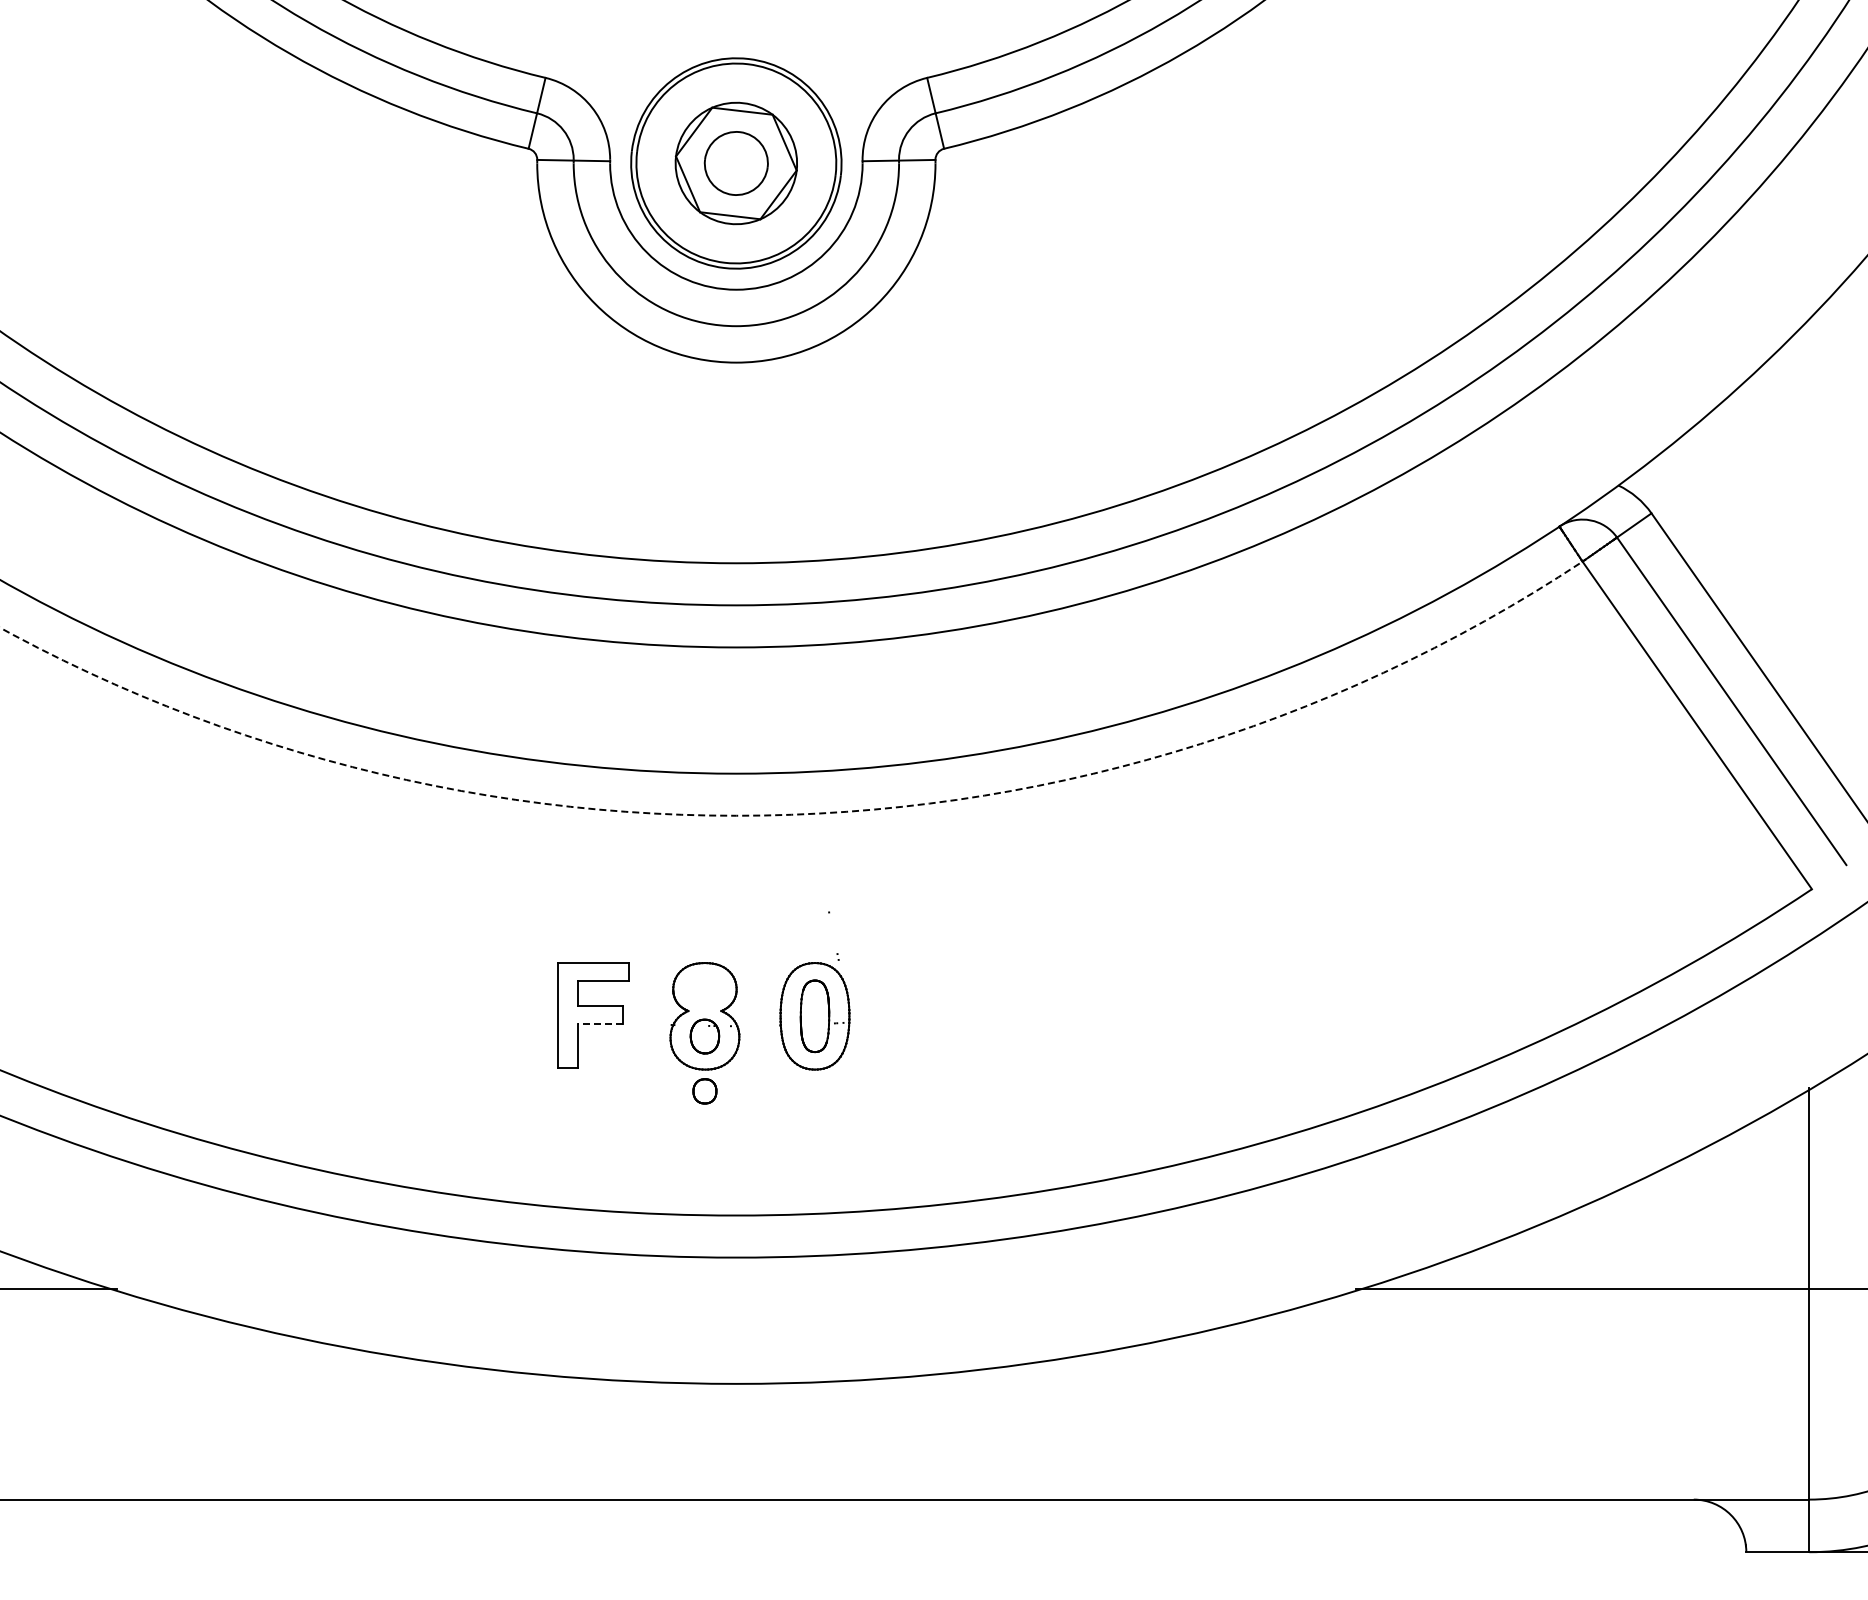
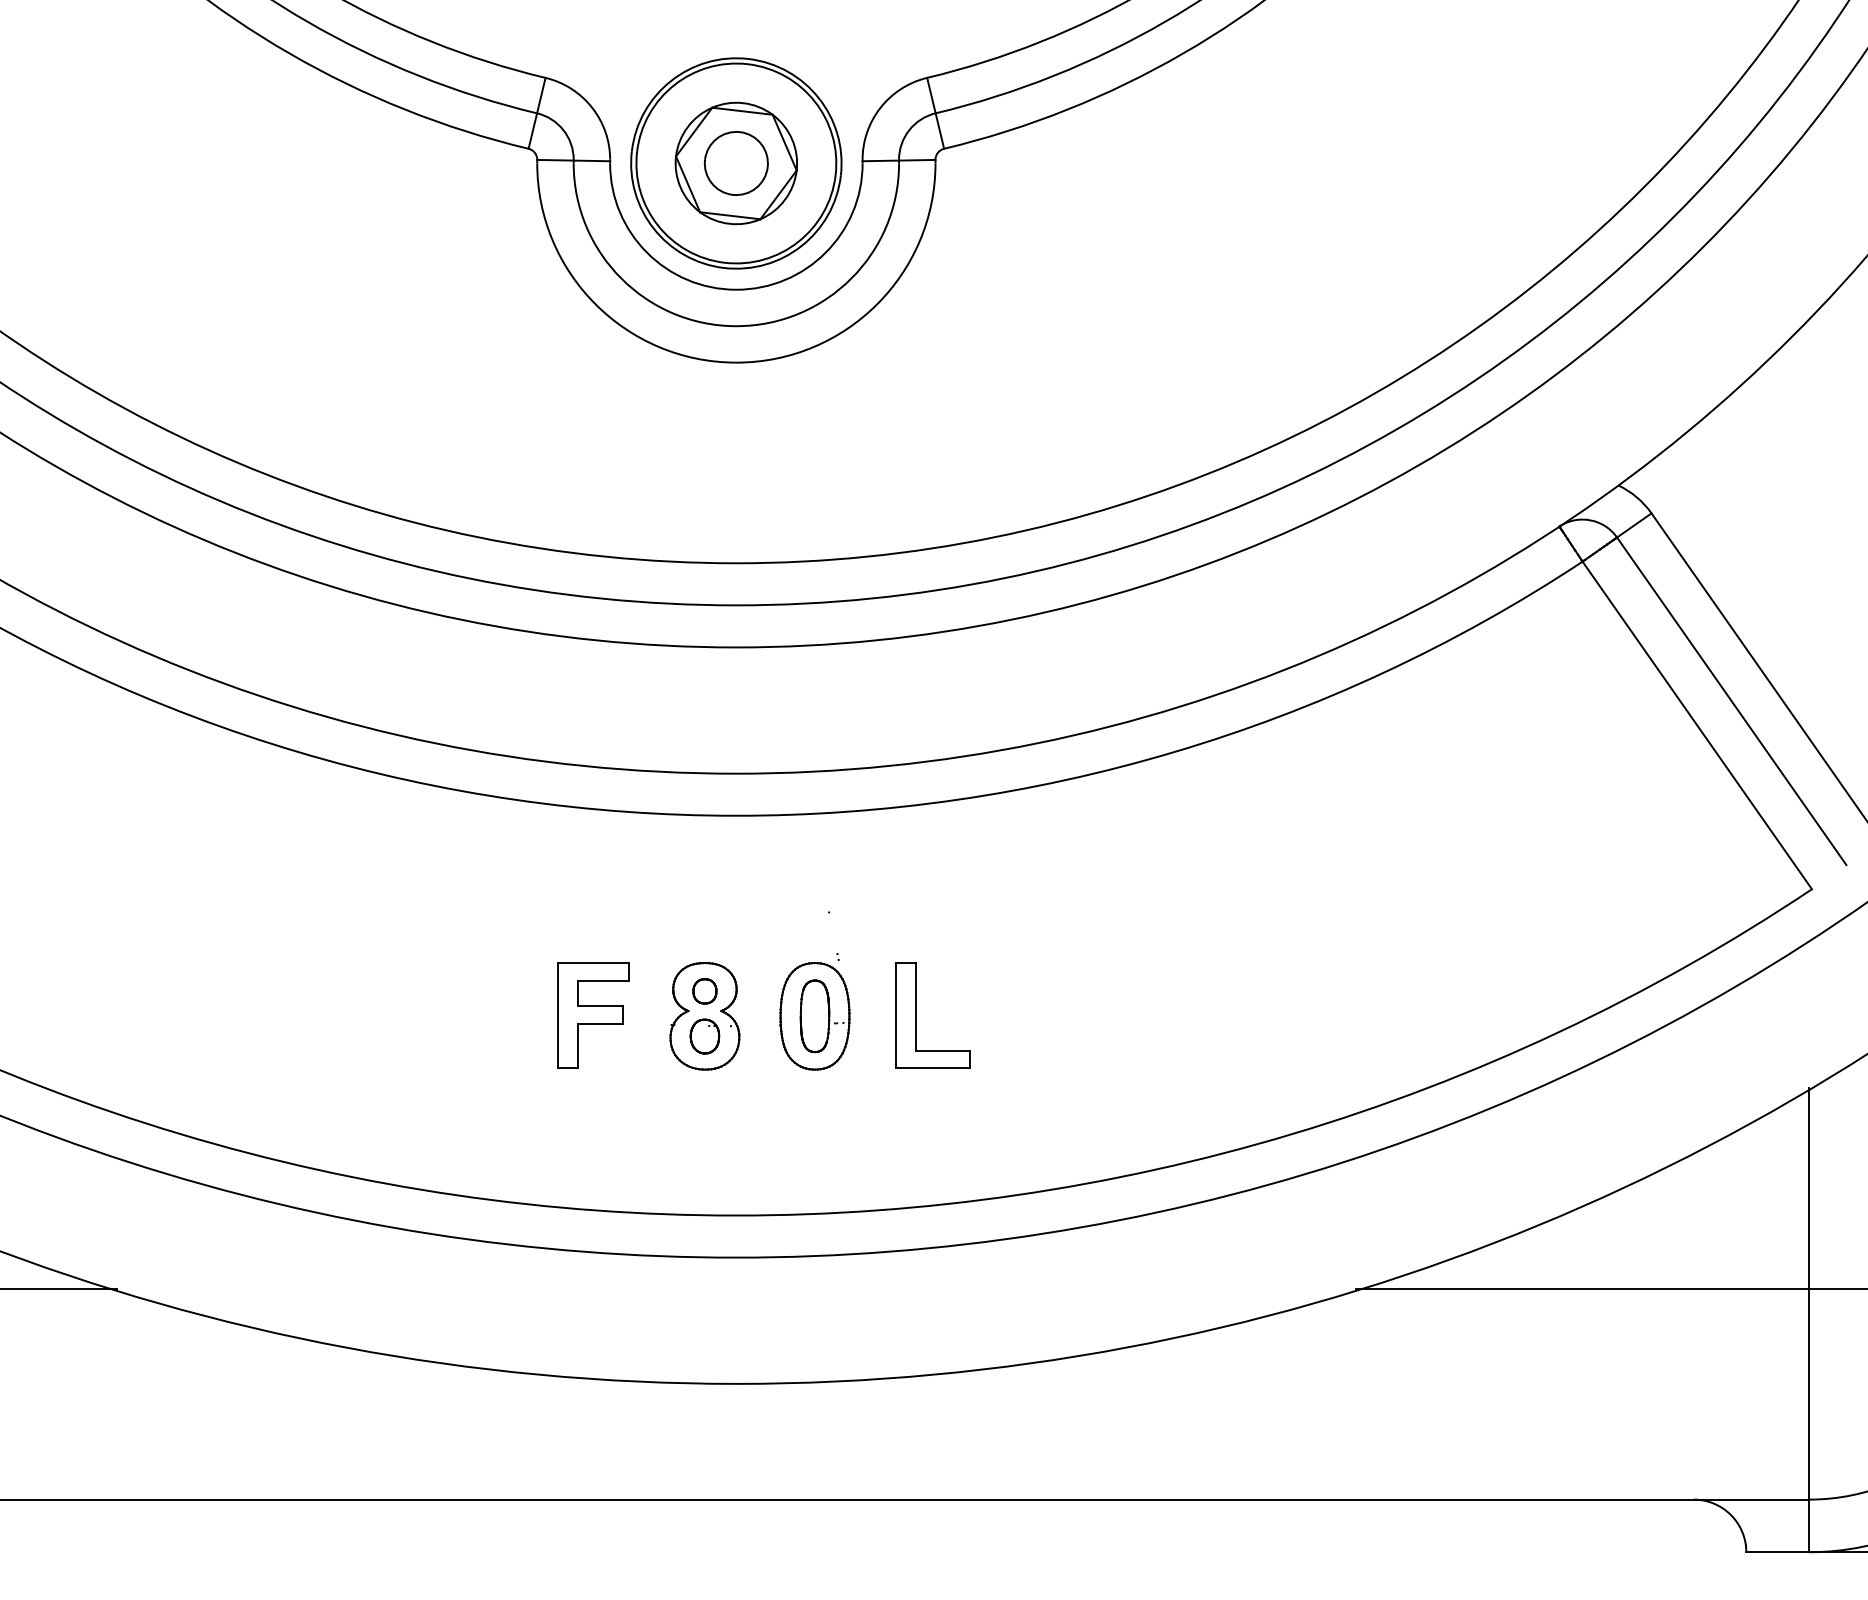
arc at (800, 814): dashed -> solid
part at (916, 1015): none -> present
line at (599, 1023): dashed -> solid
part at (704, 1091) position: (704, 1091) -> (704, 991)
